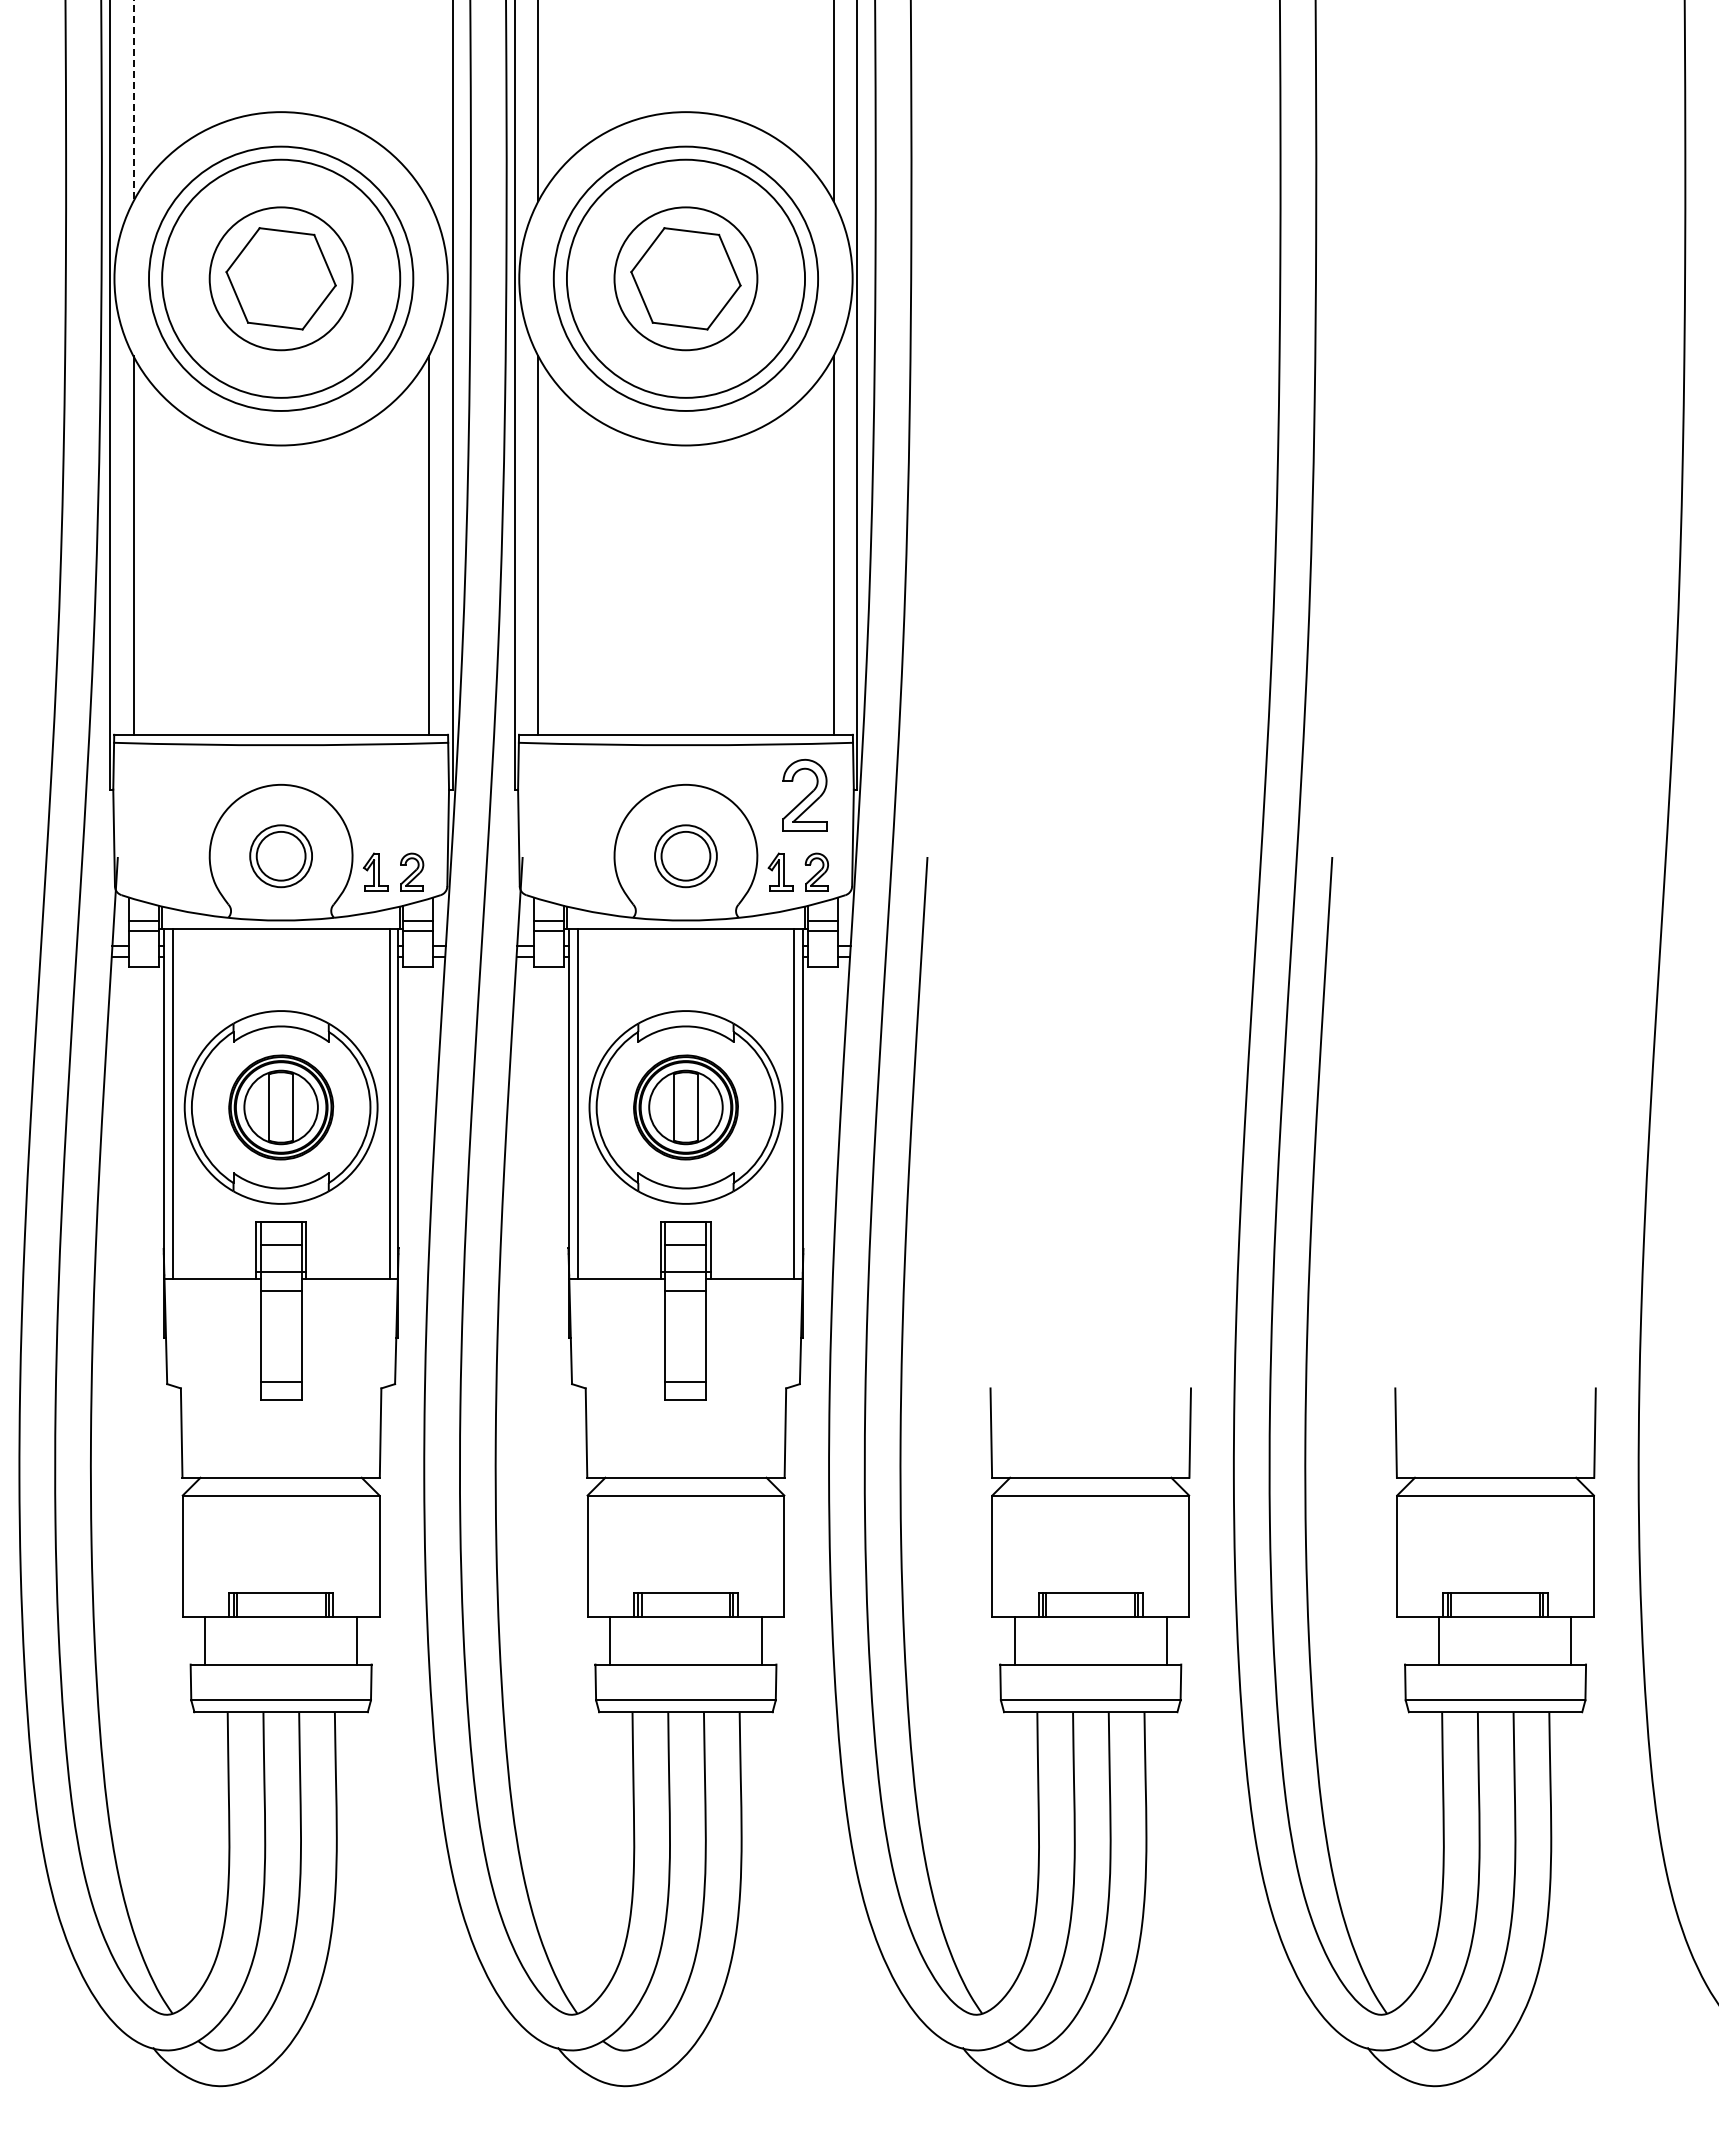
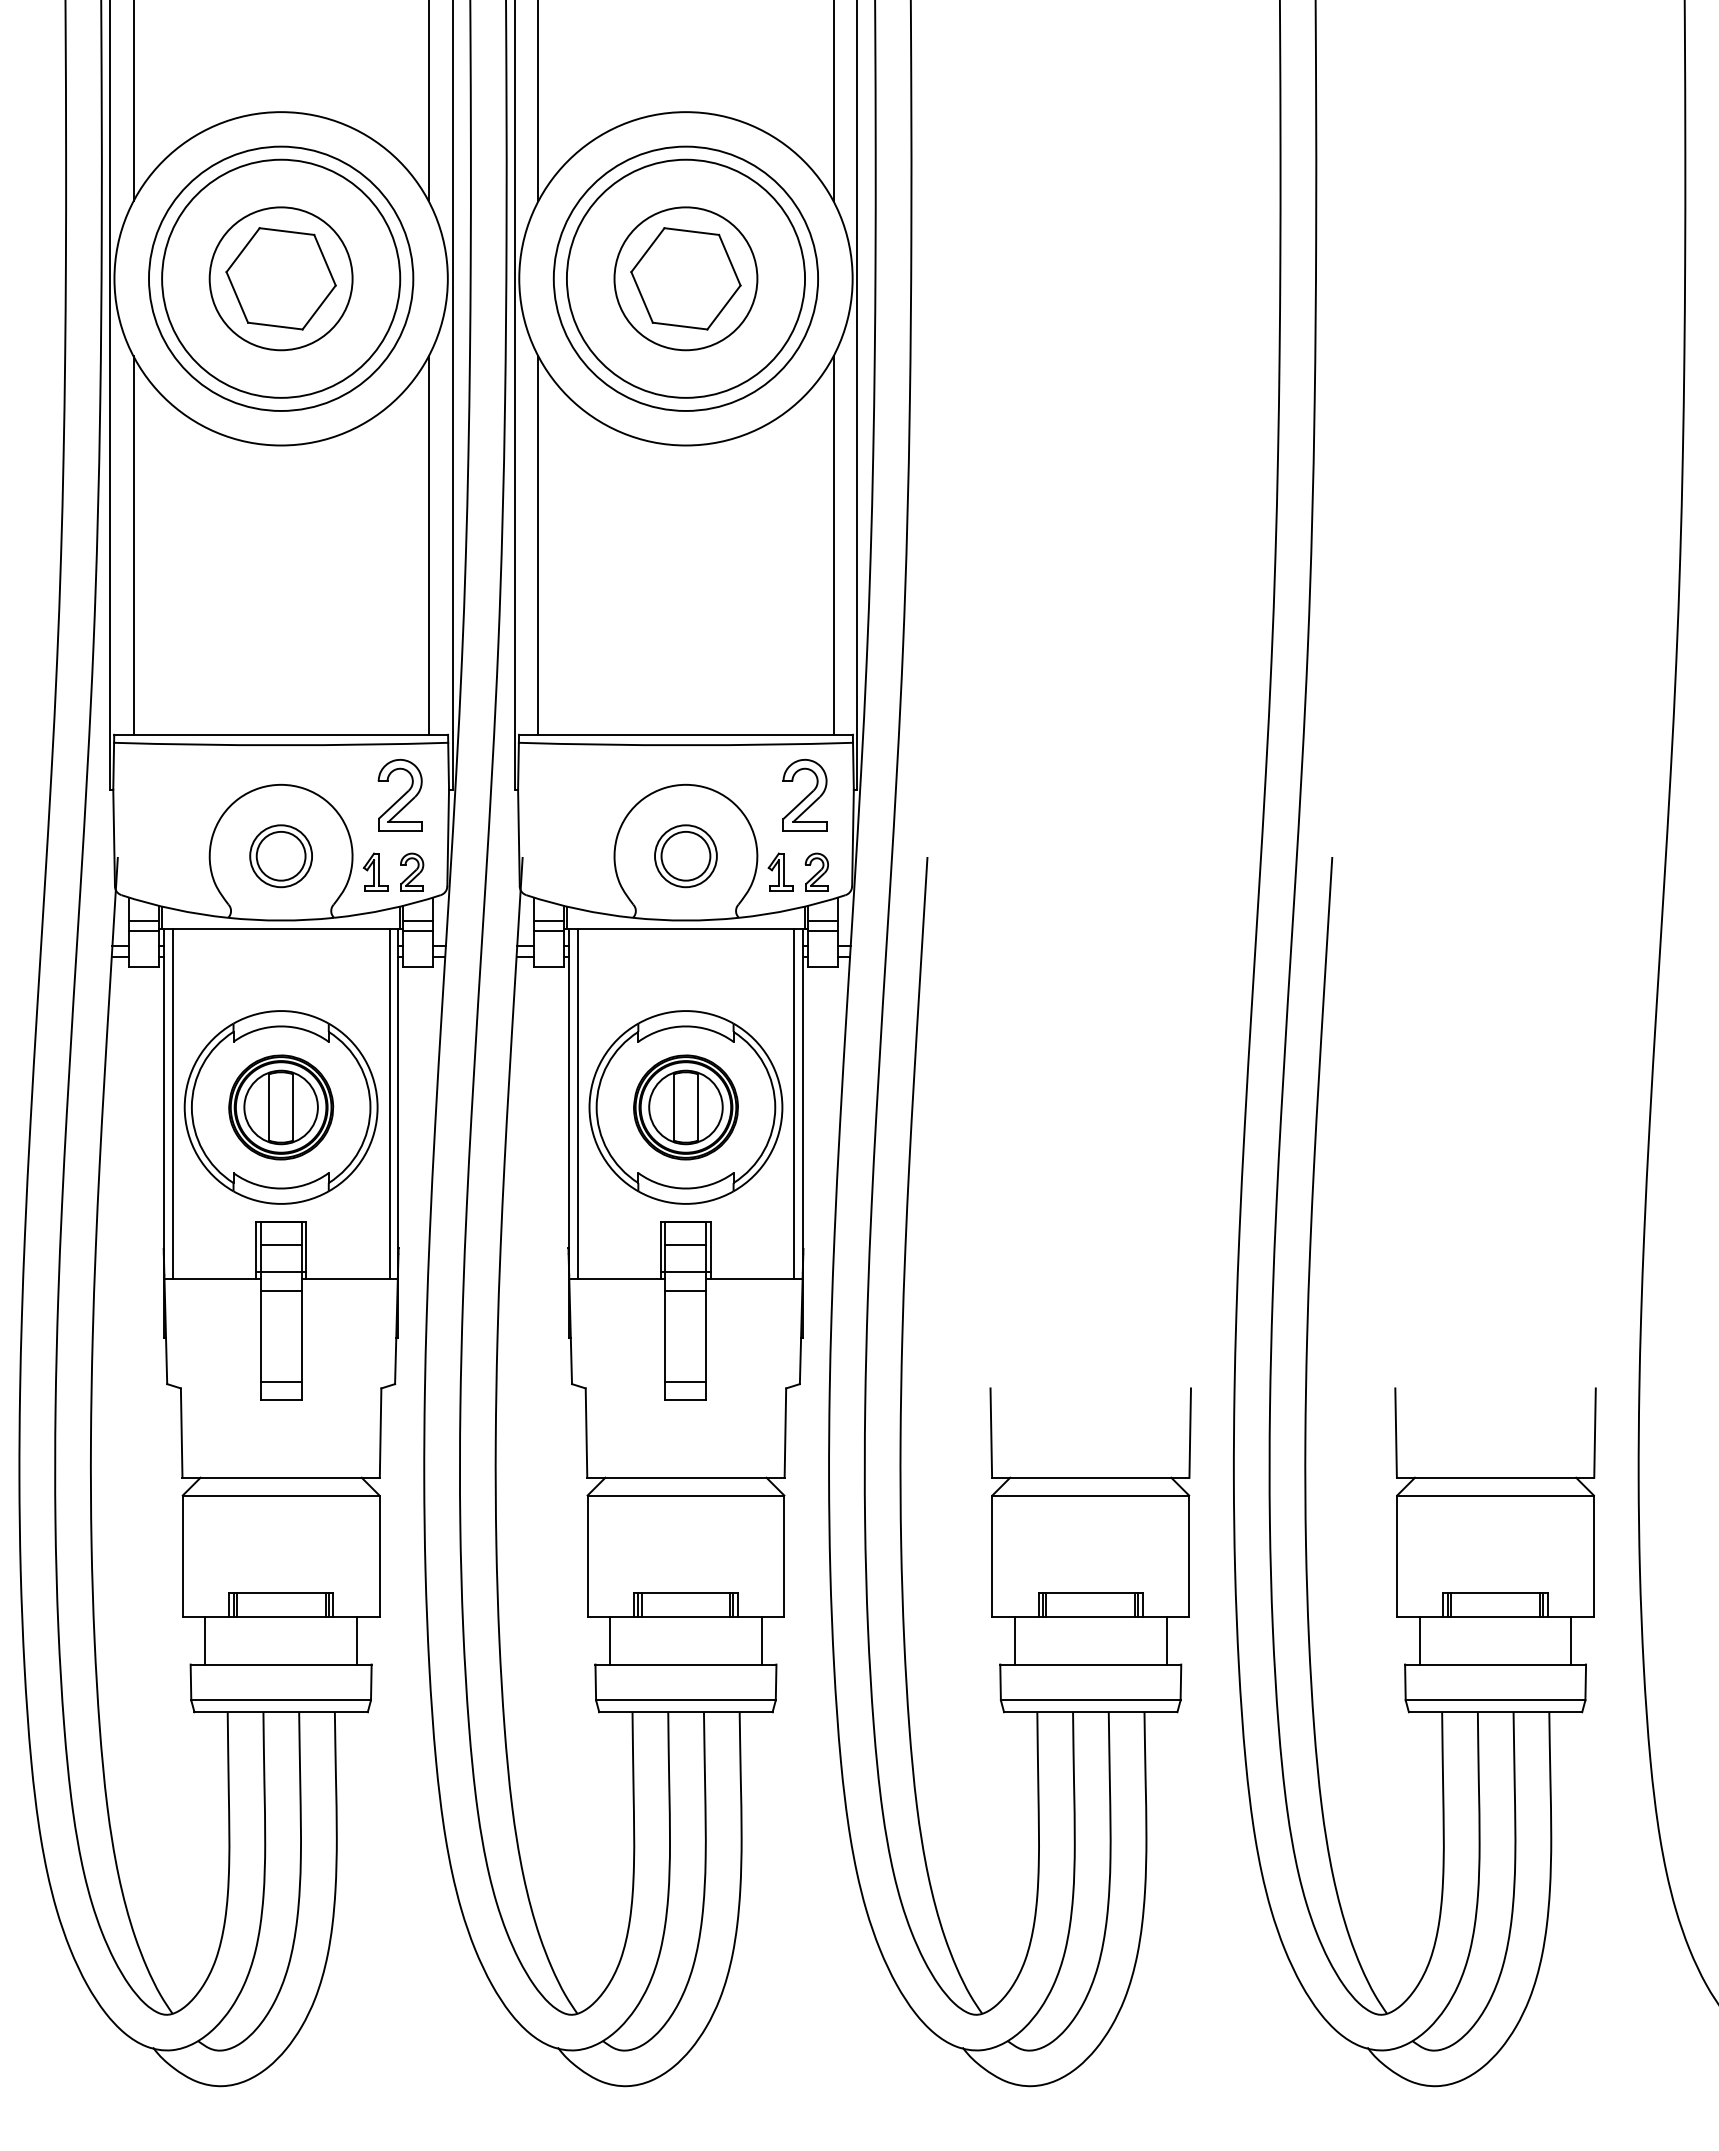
line at (133, 101): dashed -> solid
line at (428, 101): none -> present
part at (399, 794): none -> present
line at (1438, 1640) position: (1438, 1640) -> (1419, 1640)
